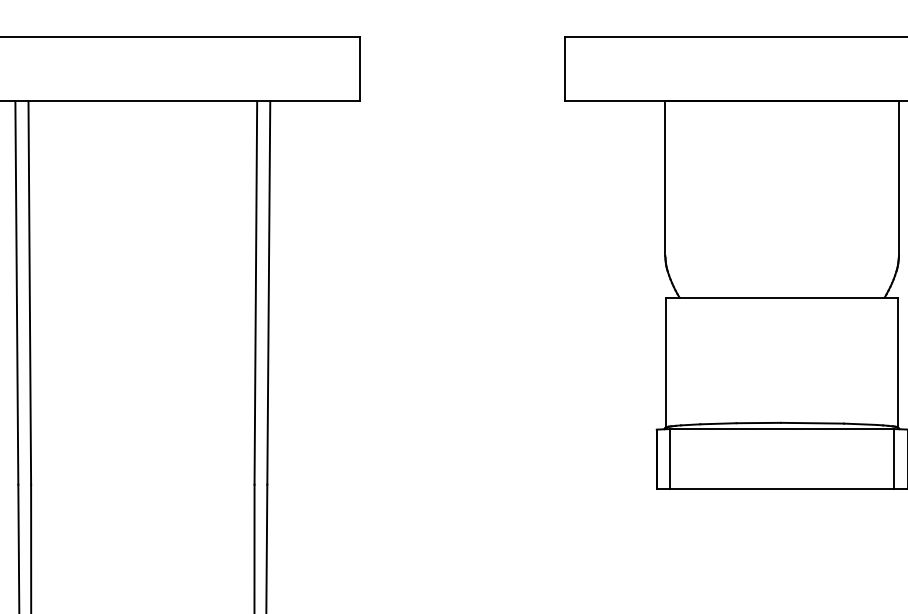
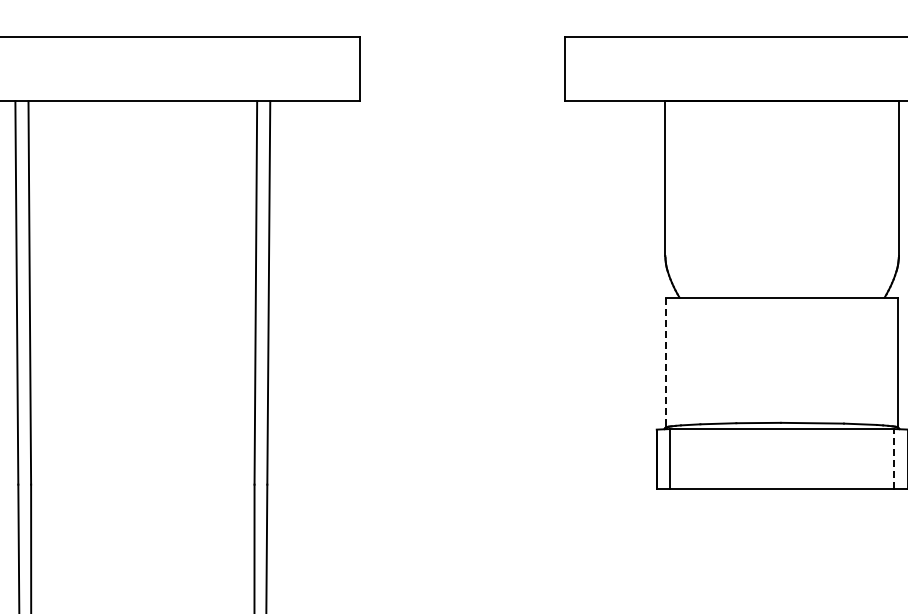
line at (665, 363): solid -> dashed
line at (894, 458): solid -> dashed
